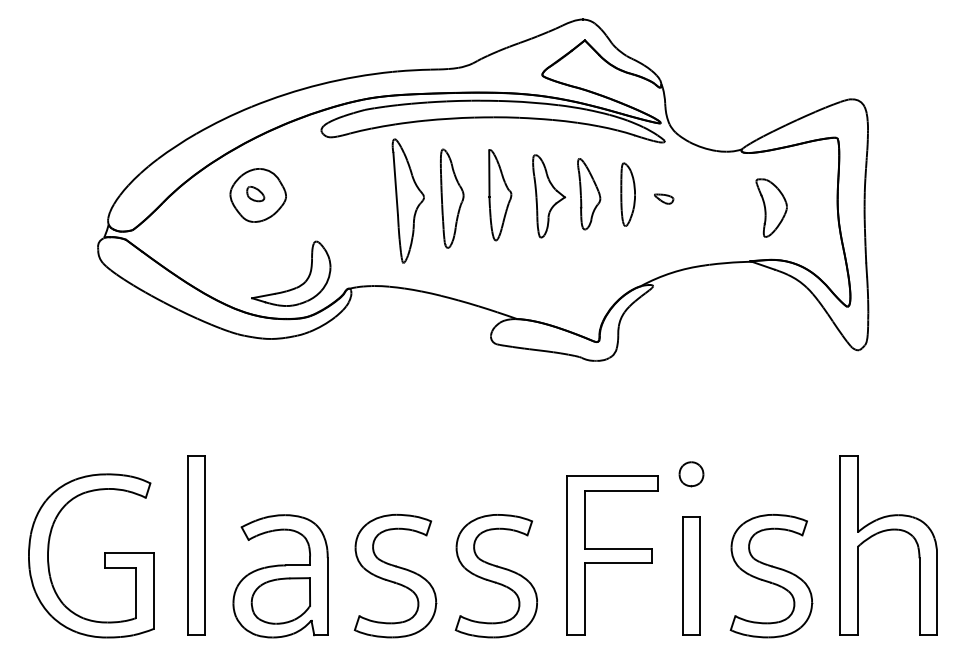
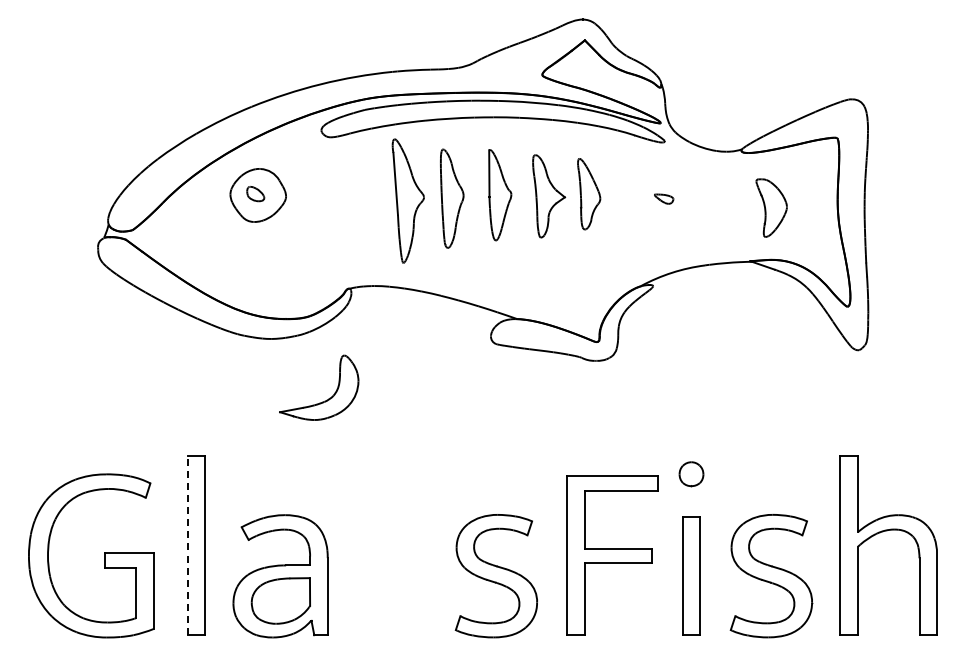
part at (627, 194): present -> none
part at (296, 286) position: (296, 286) -> (324, 400)
line at (187, 545): solid -> dashed
part at (395, 575): present -> none
